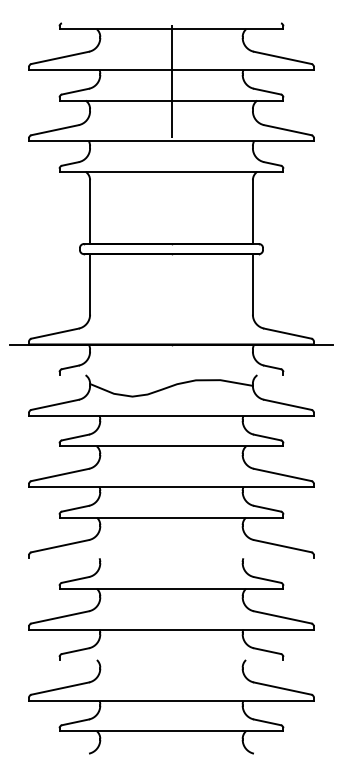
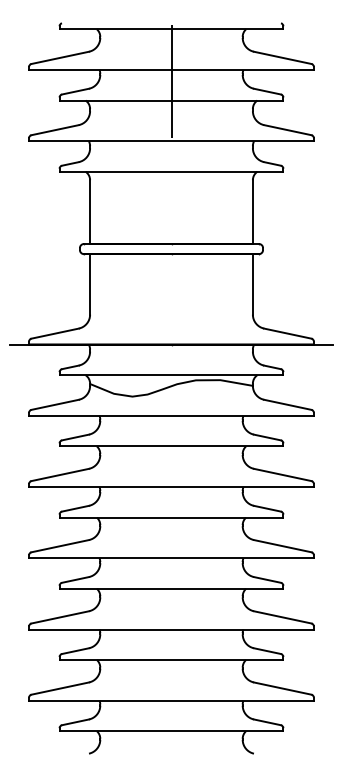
line at (171, 375): none -> present
line at (171, 558): none -> present
line at (171, 660): none -> present
